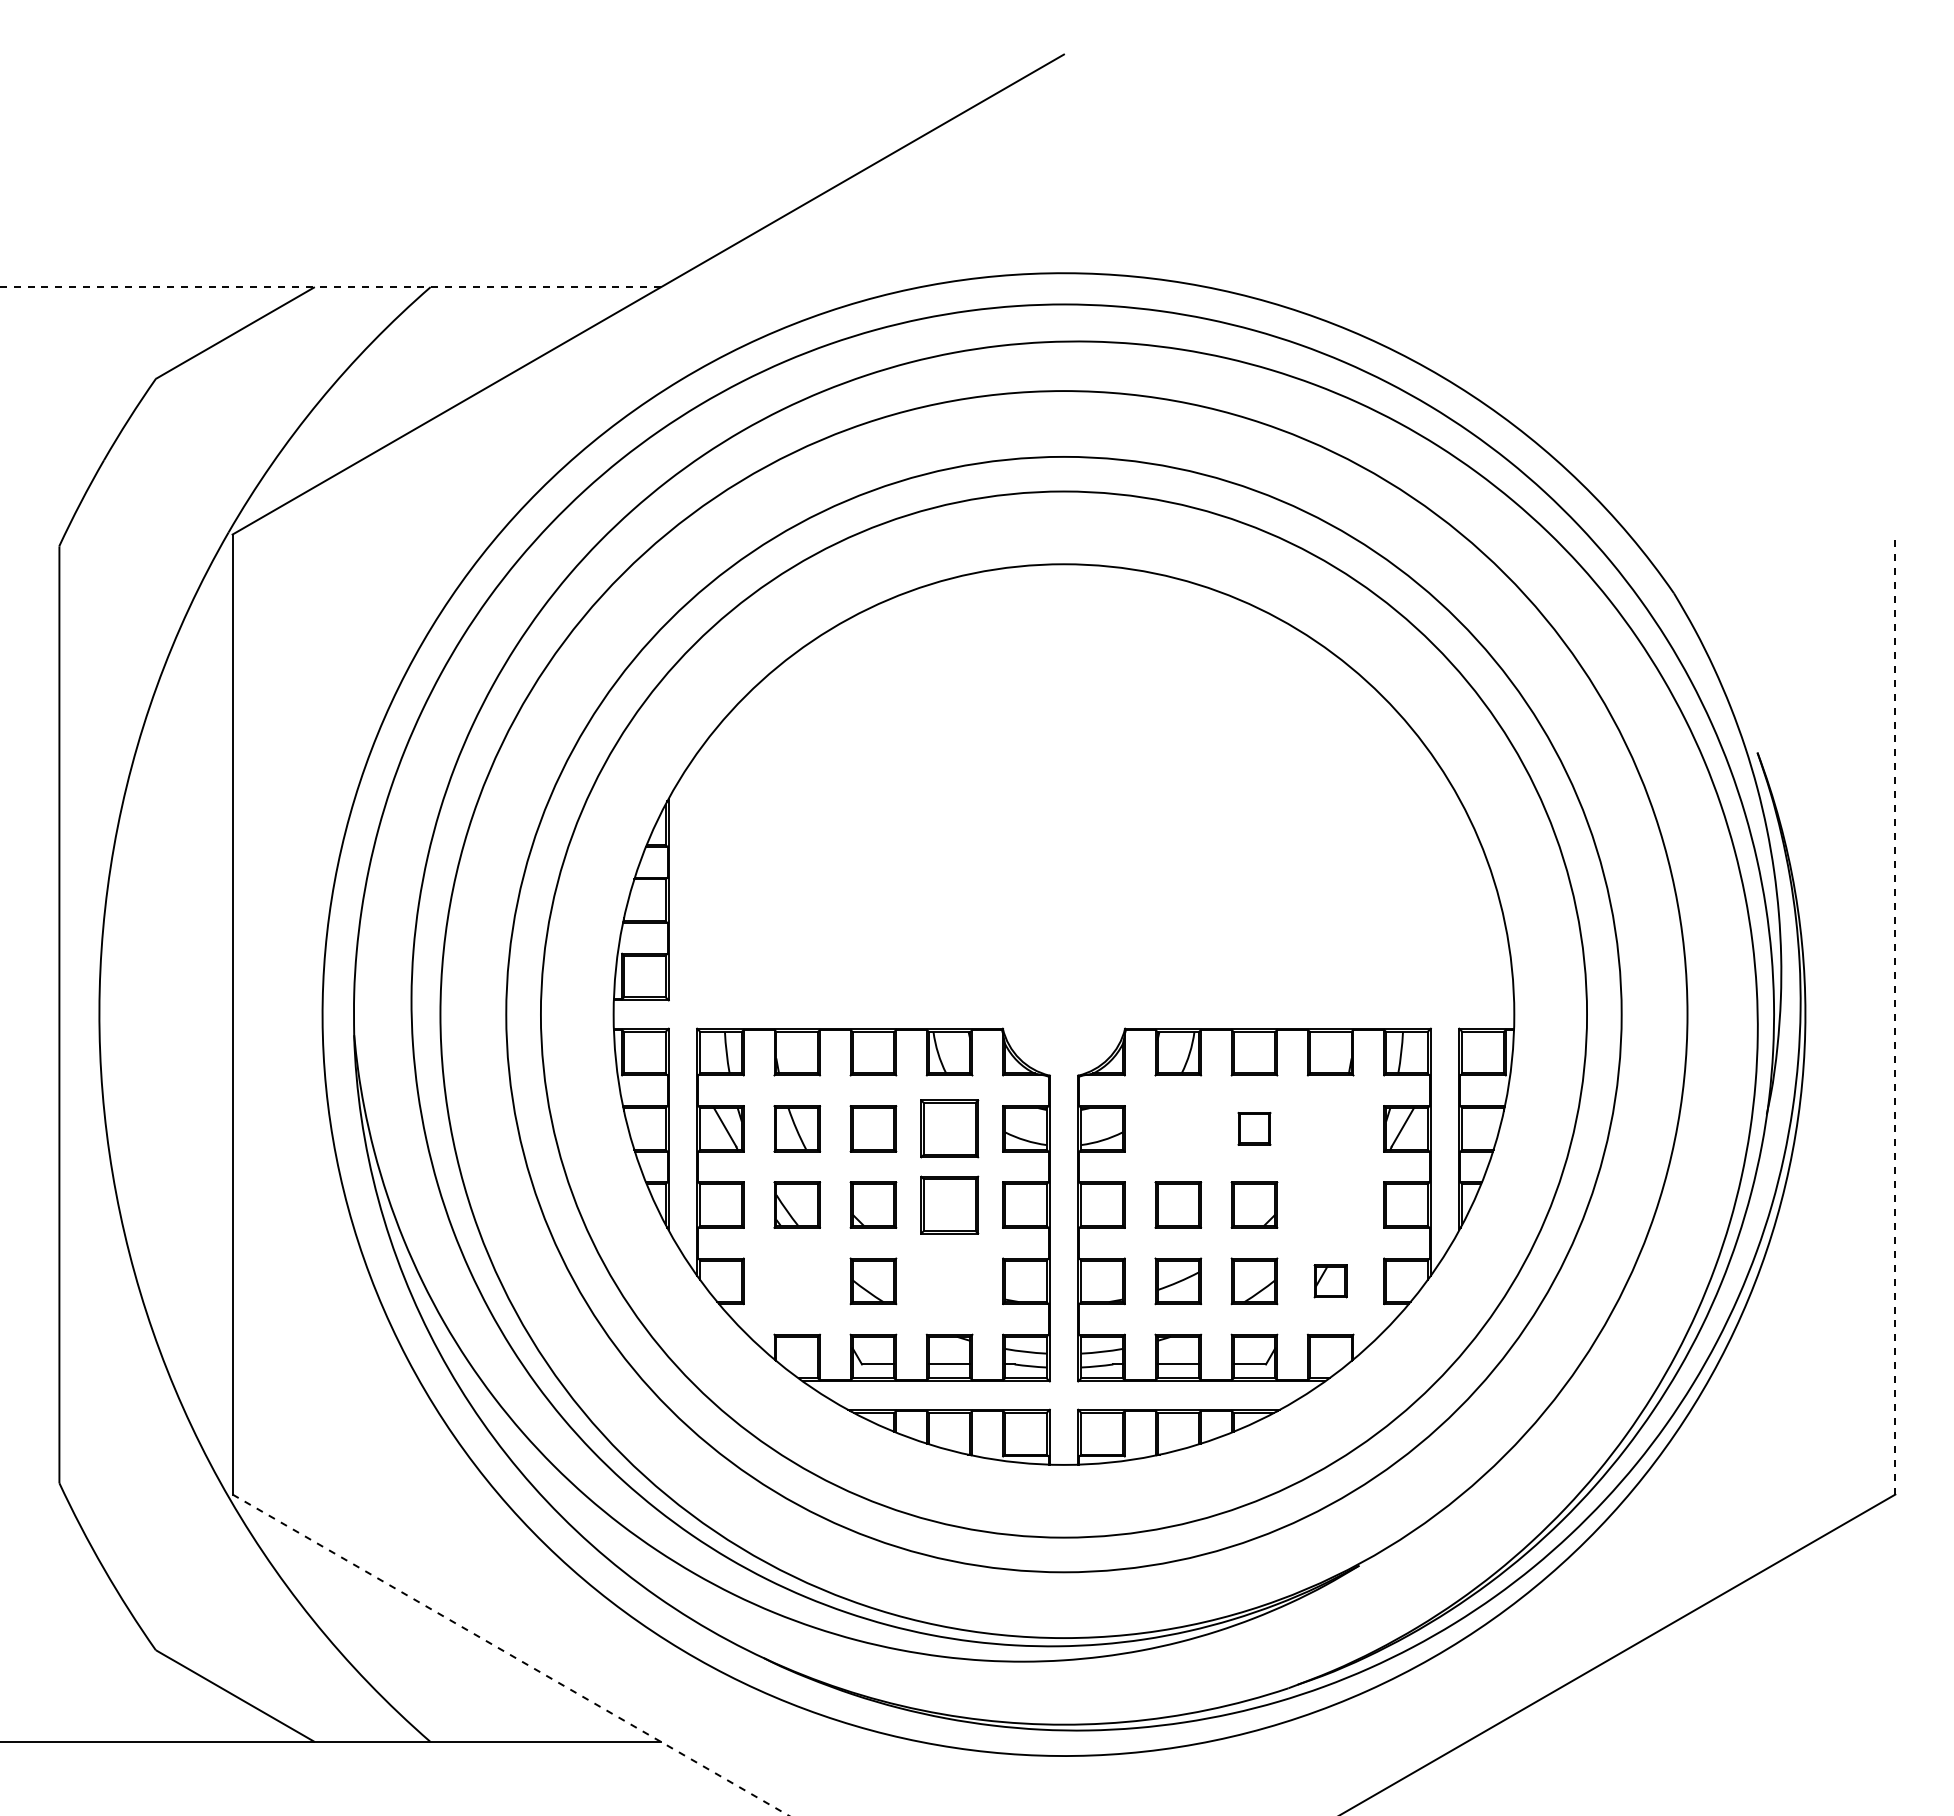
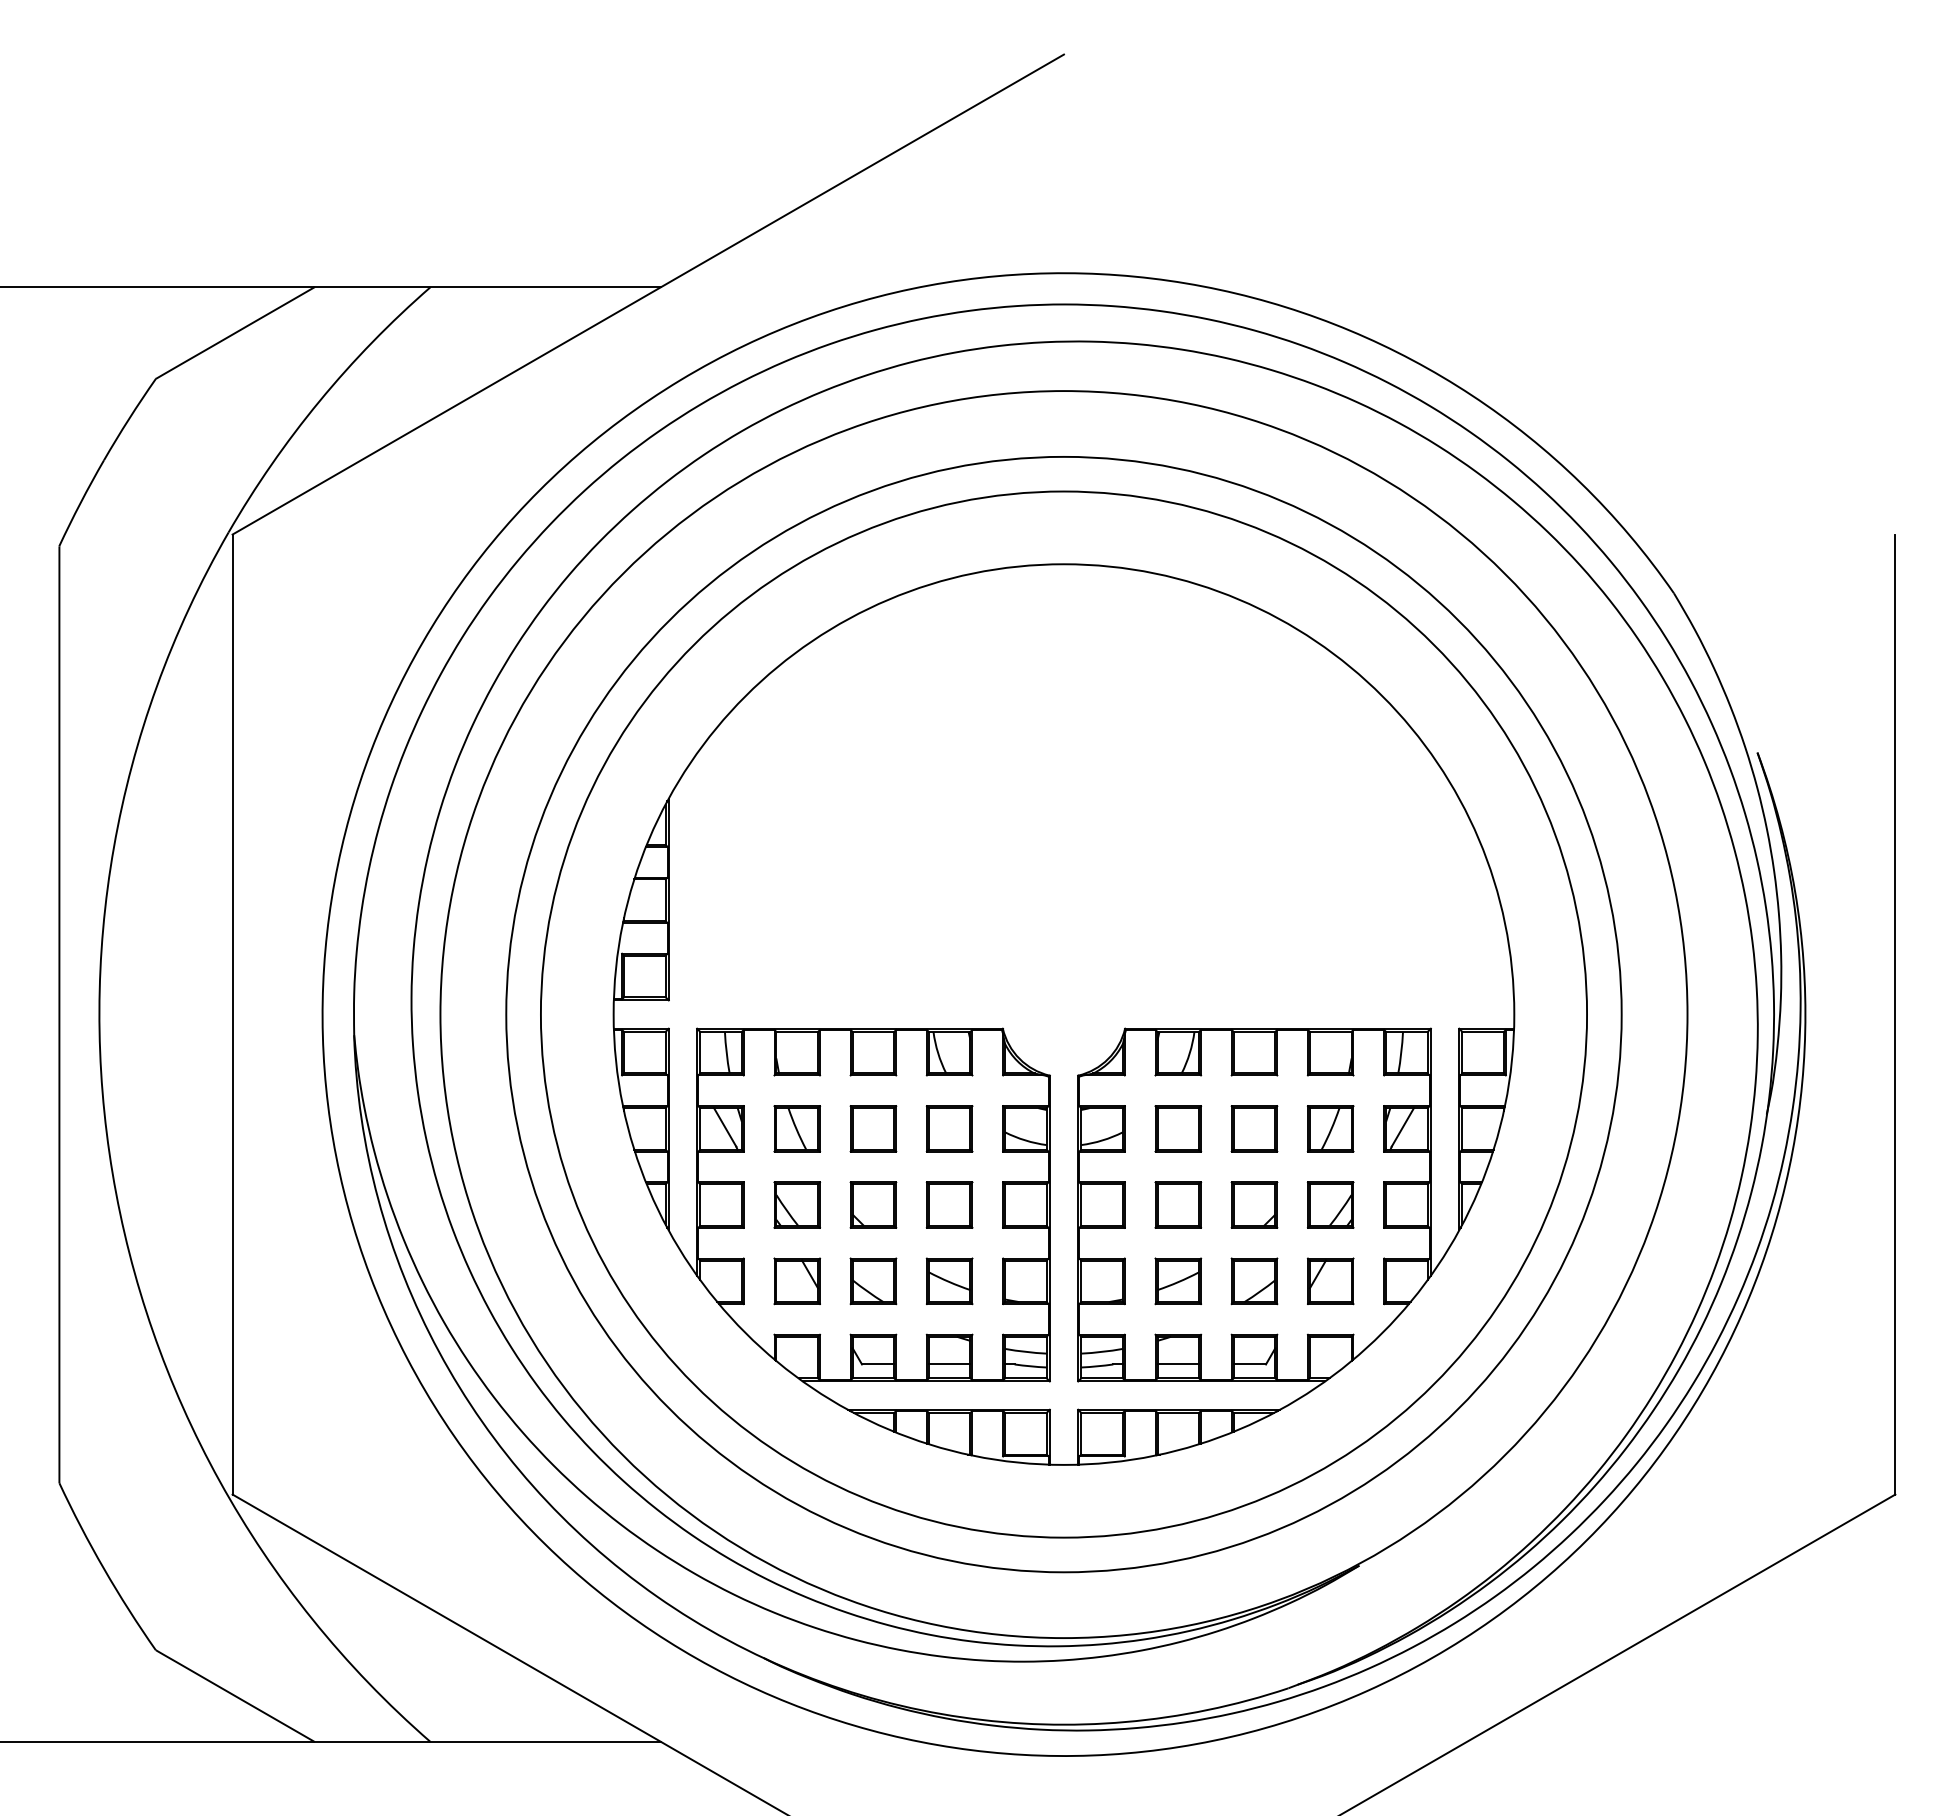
line at (330, 287): dashed -> solid
line at (1895, 1014): dashed -> solid
part at (949, 1128) size: 60x60 px -> 49x48 px
part at (1178, 1128): none -> present
part at (1254, 1128) size: 35x34 px -> 49x48 px
part at (1330, 1128): none -> present
part at (949, 1204) size: 60x60 px -> 49x48 px
part at (1330, 1204): none -> present
part at (797, 1281): none -> present
part at (949, 1281): none -> present
part at (1330, 1281) size: 35x35 px -> 49x49 px
line at (510, 1655): dashed -> solid
